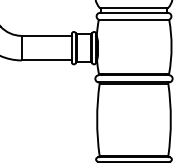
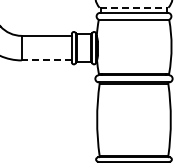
line at (134, 7): solid -> dashed
line at (46, 60): solid -> dashed
